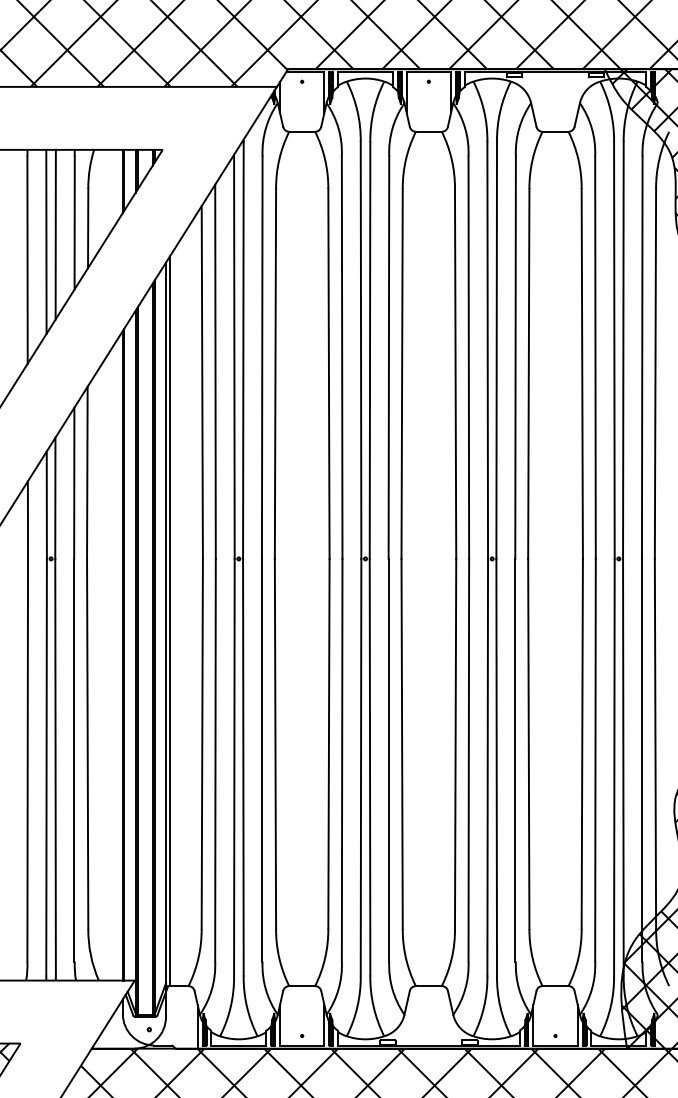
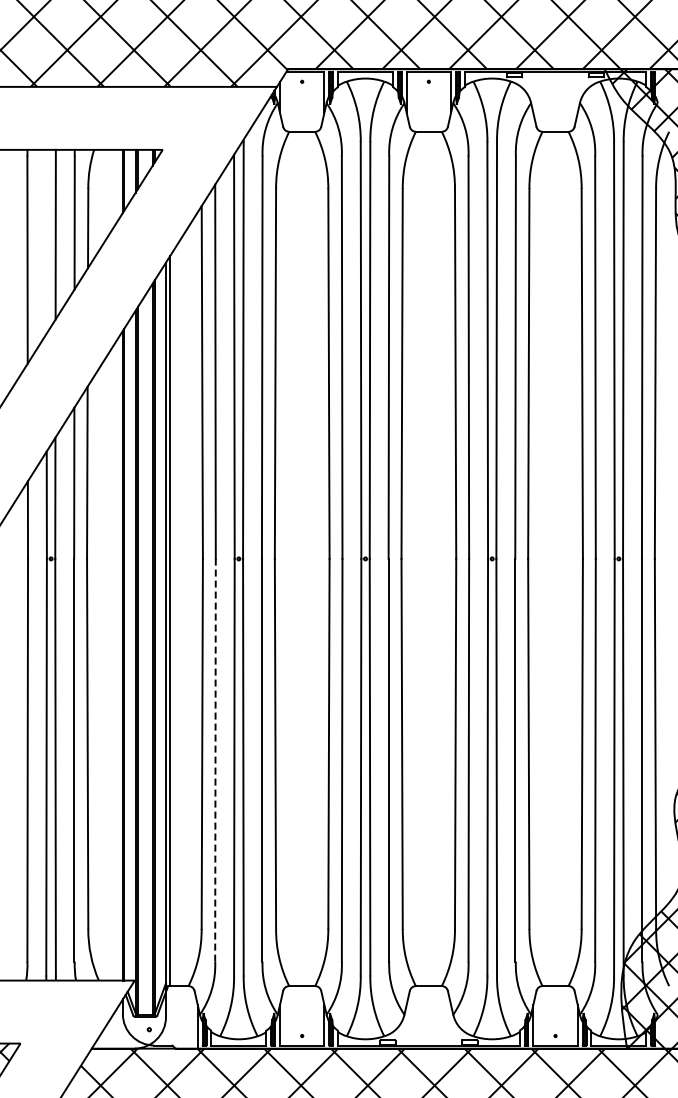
line at (46, 241): present -> none
line at (215, 759): solid -> dashed
